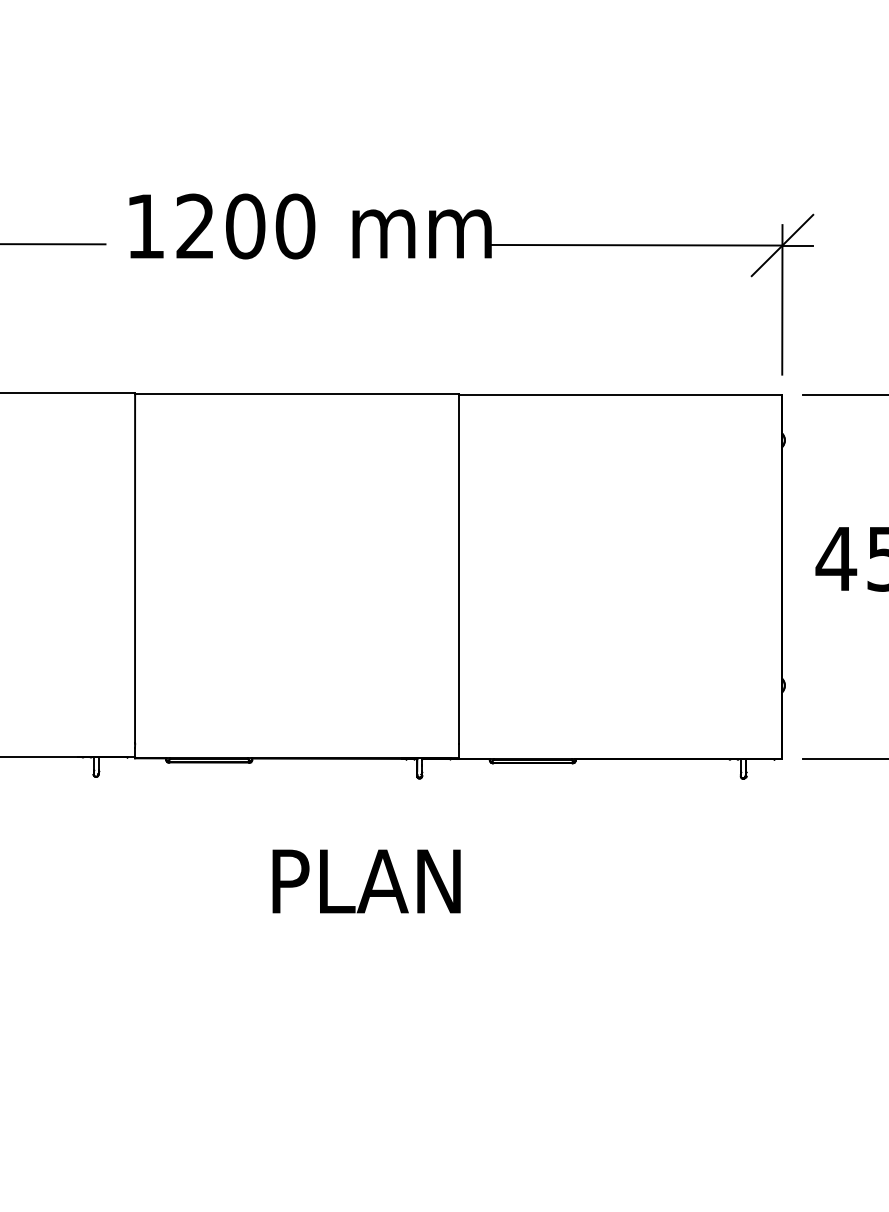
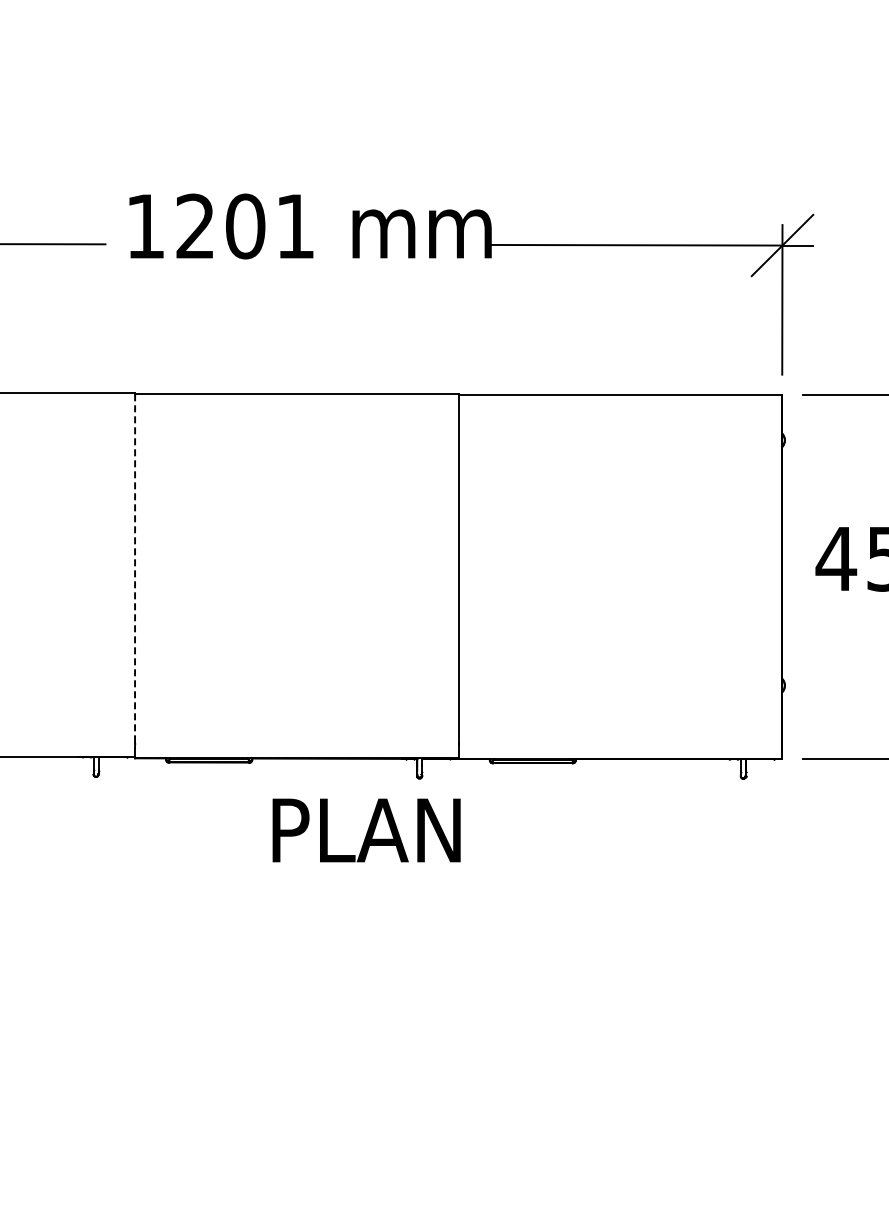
text at (295, 226): 1200 -> 1201
line at (135, 569): solid -> dashed
text at (366, 881) position: (366, 881) -> (366, 830)
